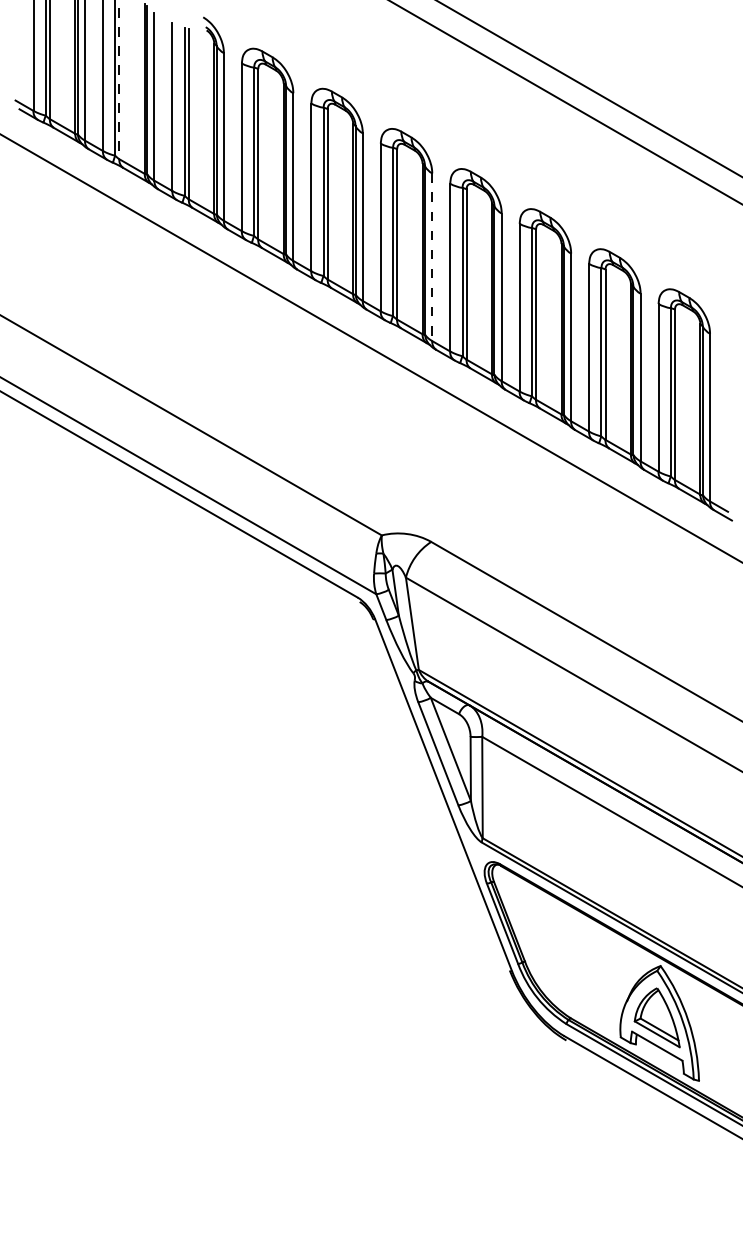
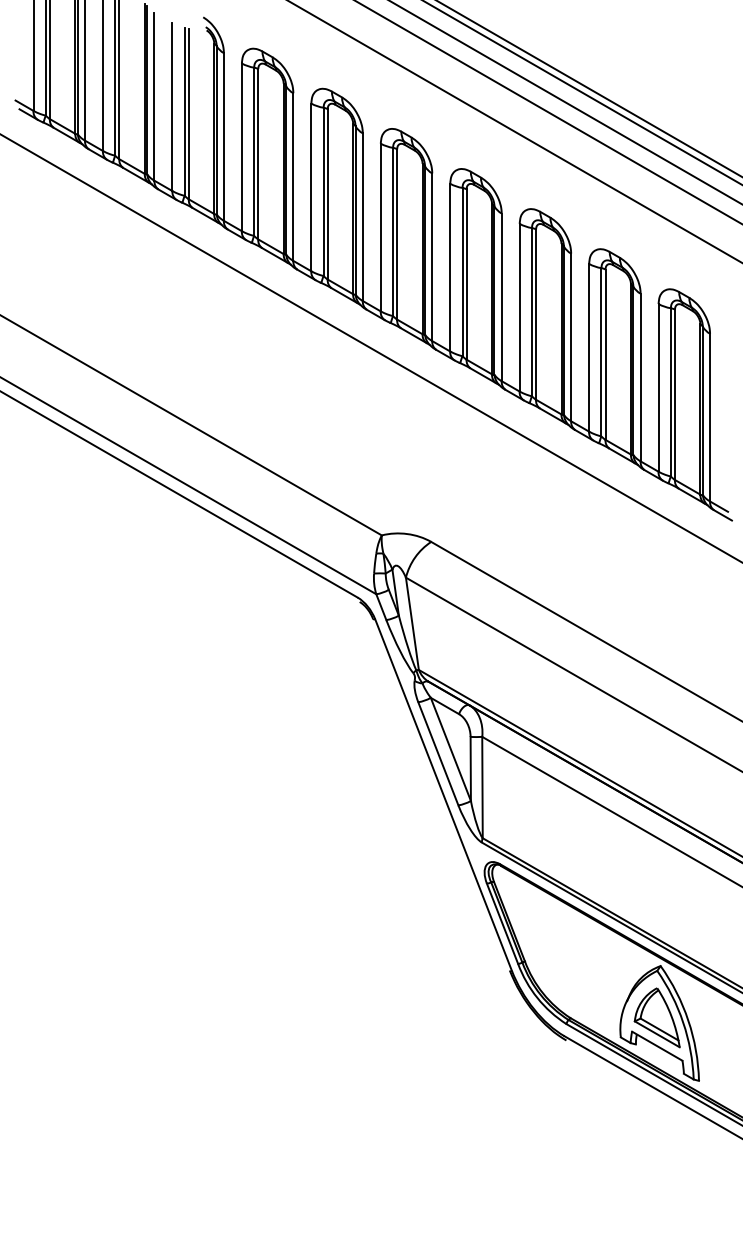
line at (119, 80): dashed -> solid
line at (582, 92): none -> present
line at (548, 112): none -> present
line at (514, 131): none -> present
line at (432, 257): dashed -> solid
